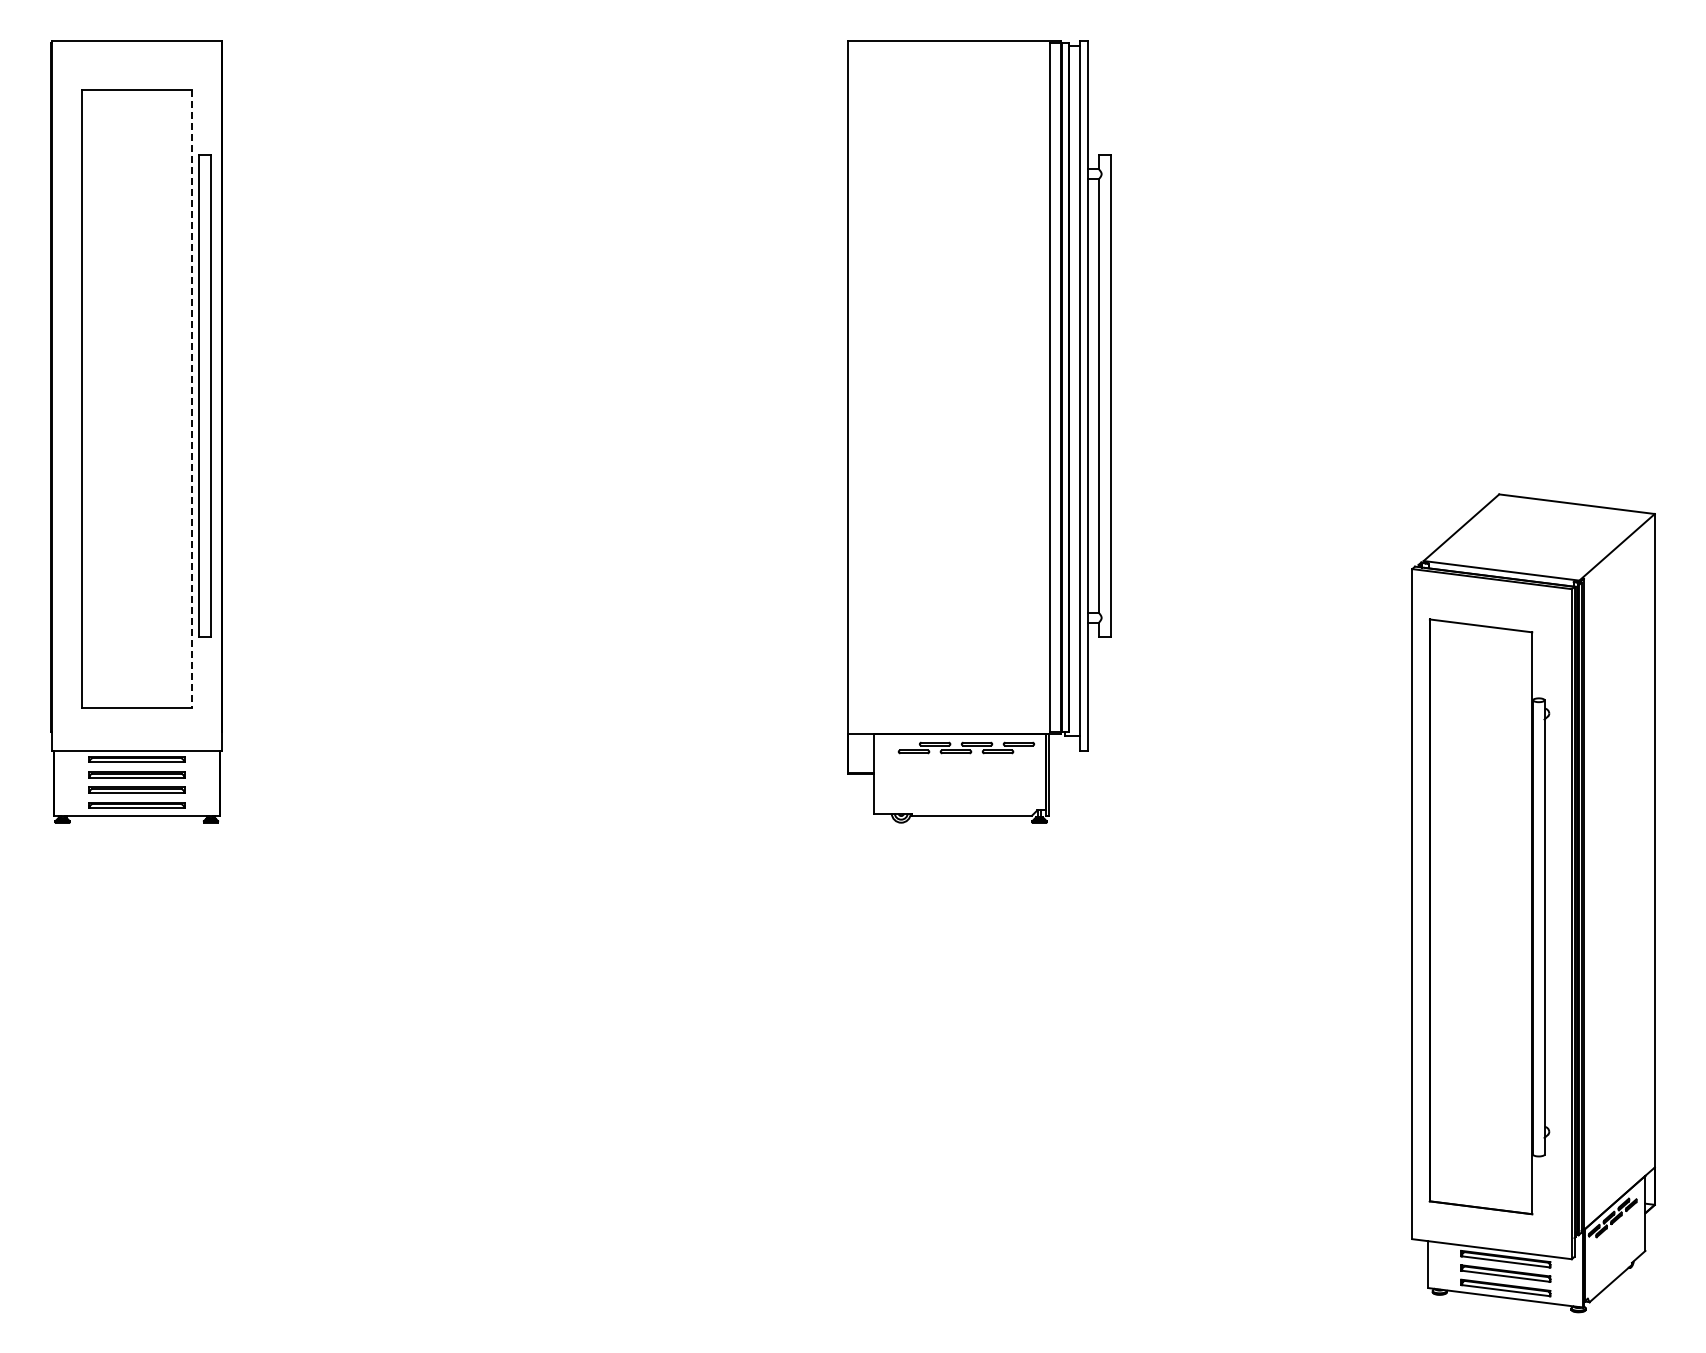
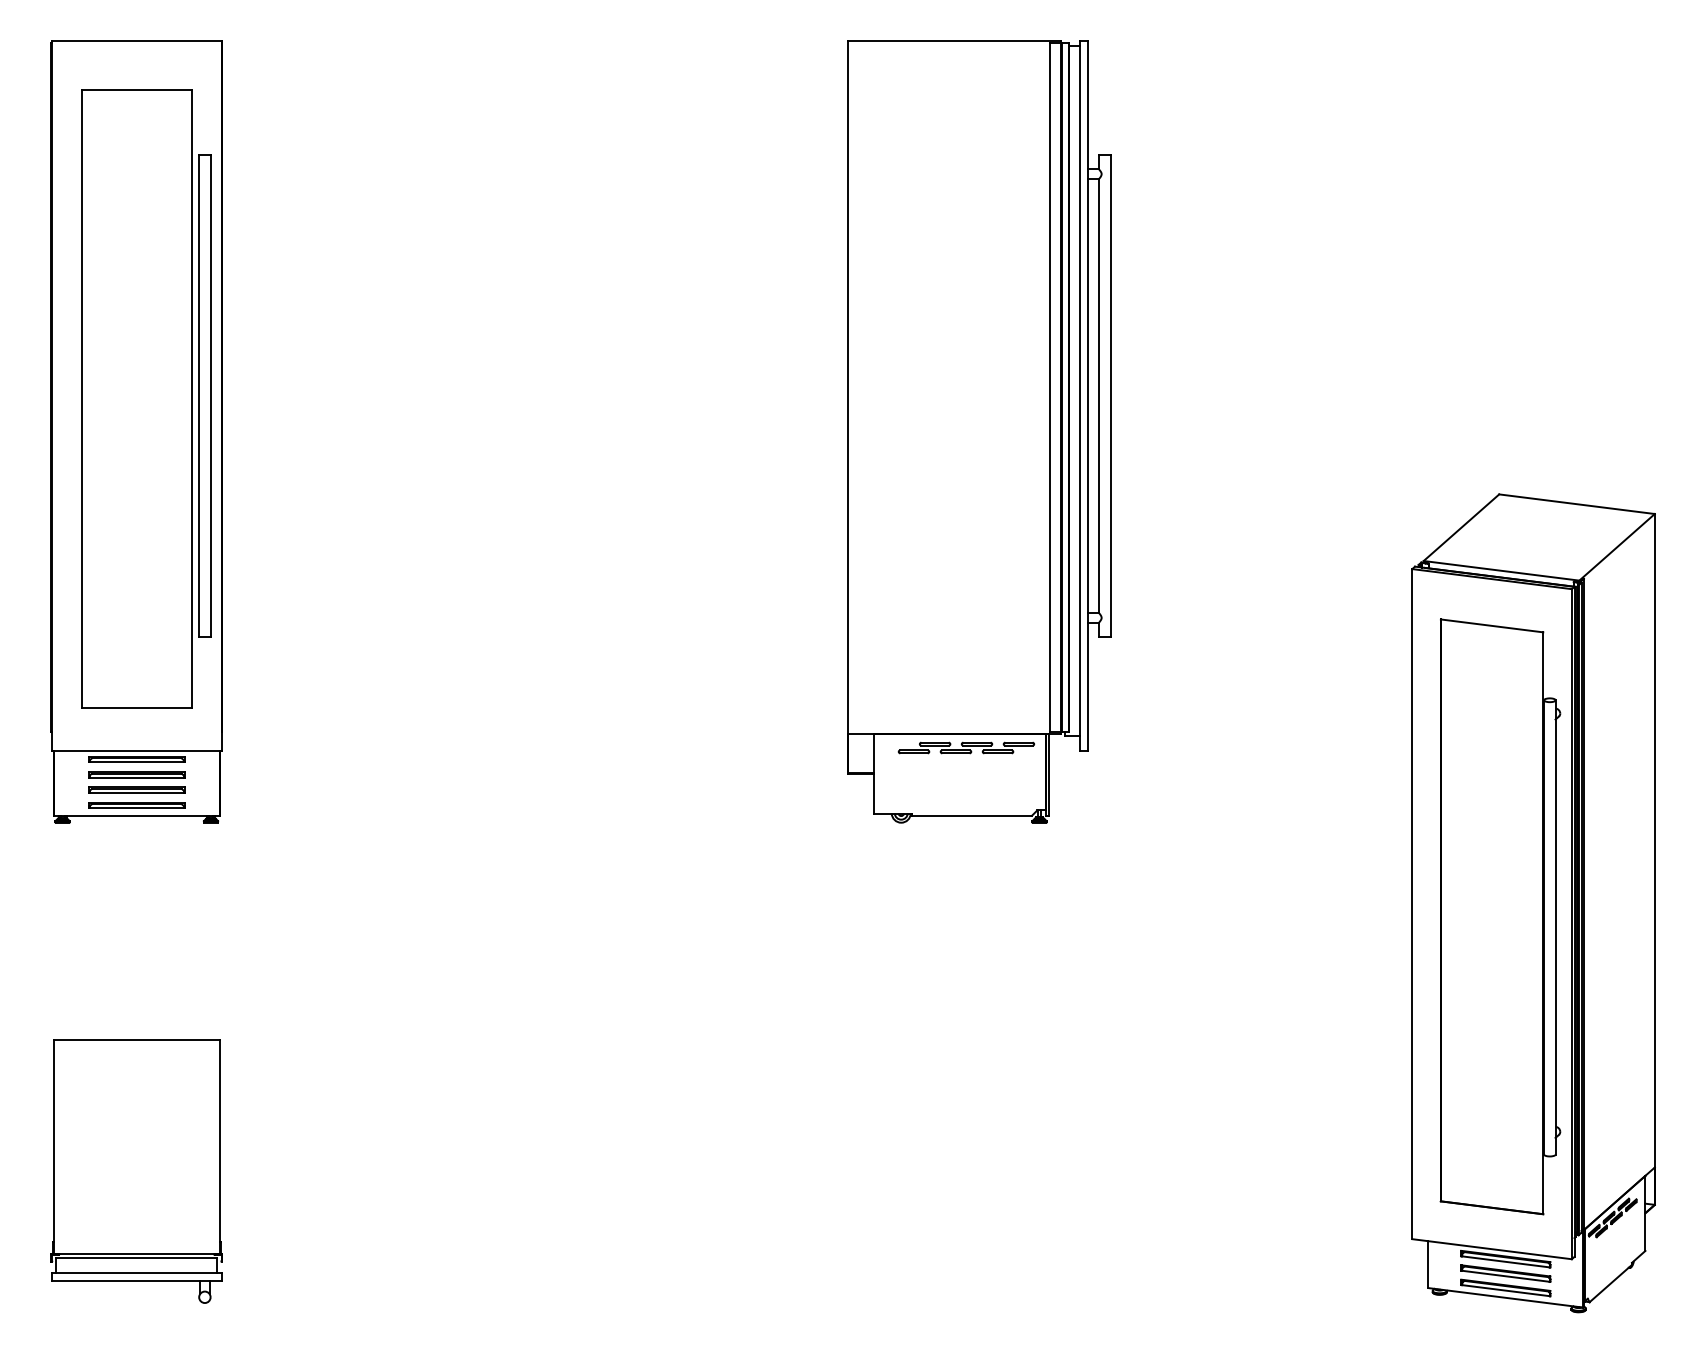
line at (191, 398): dashed -> solid
part at (1489, 916) position: (1489, 916) -> (1500, 916)
part at (136, 1171): none -> present
